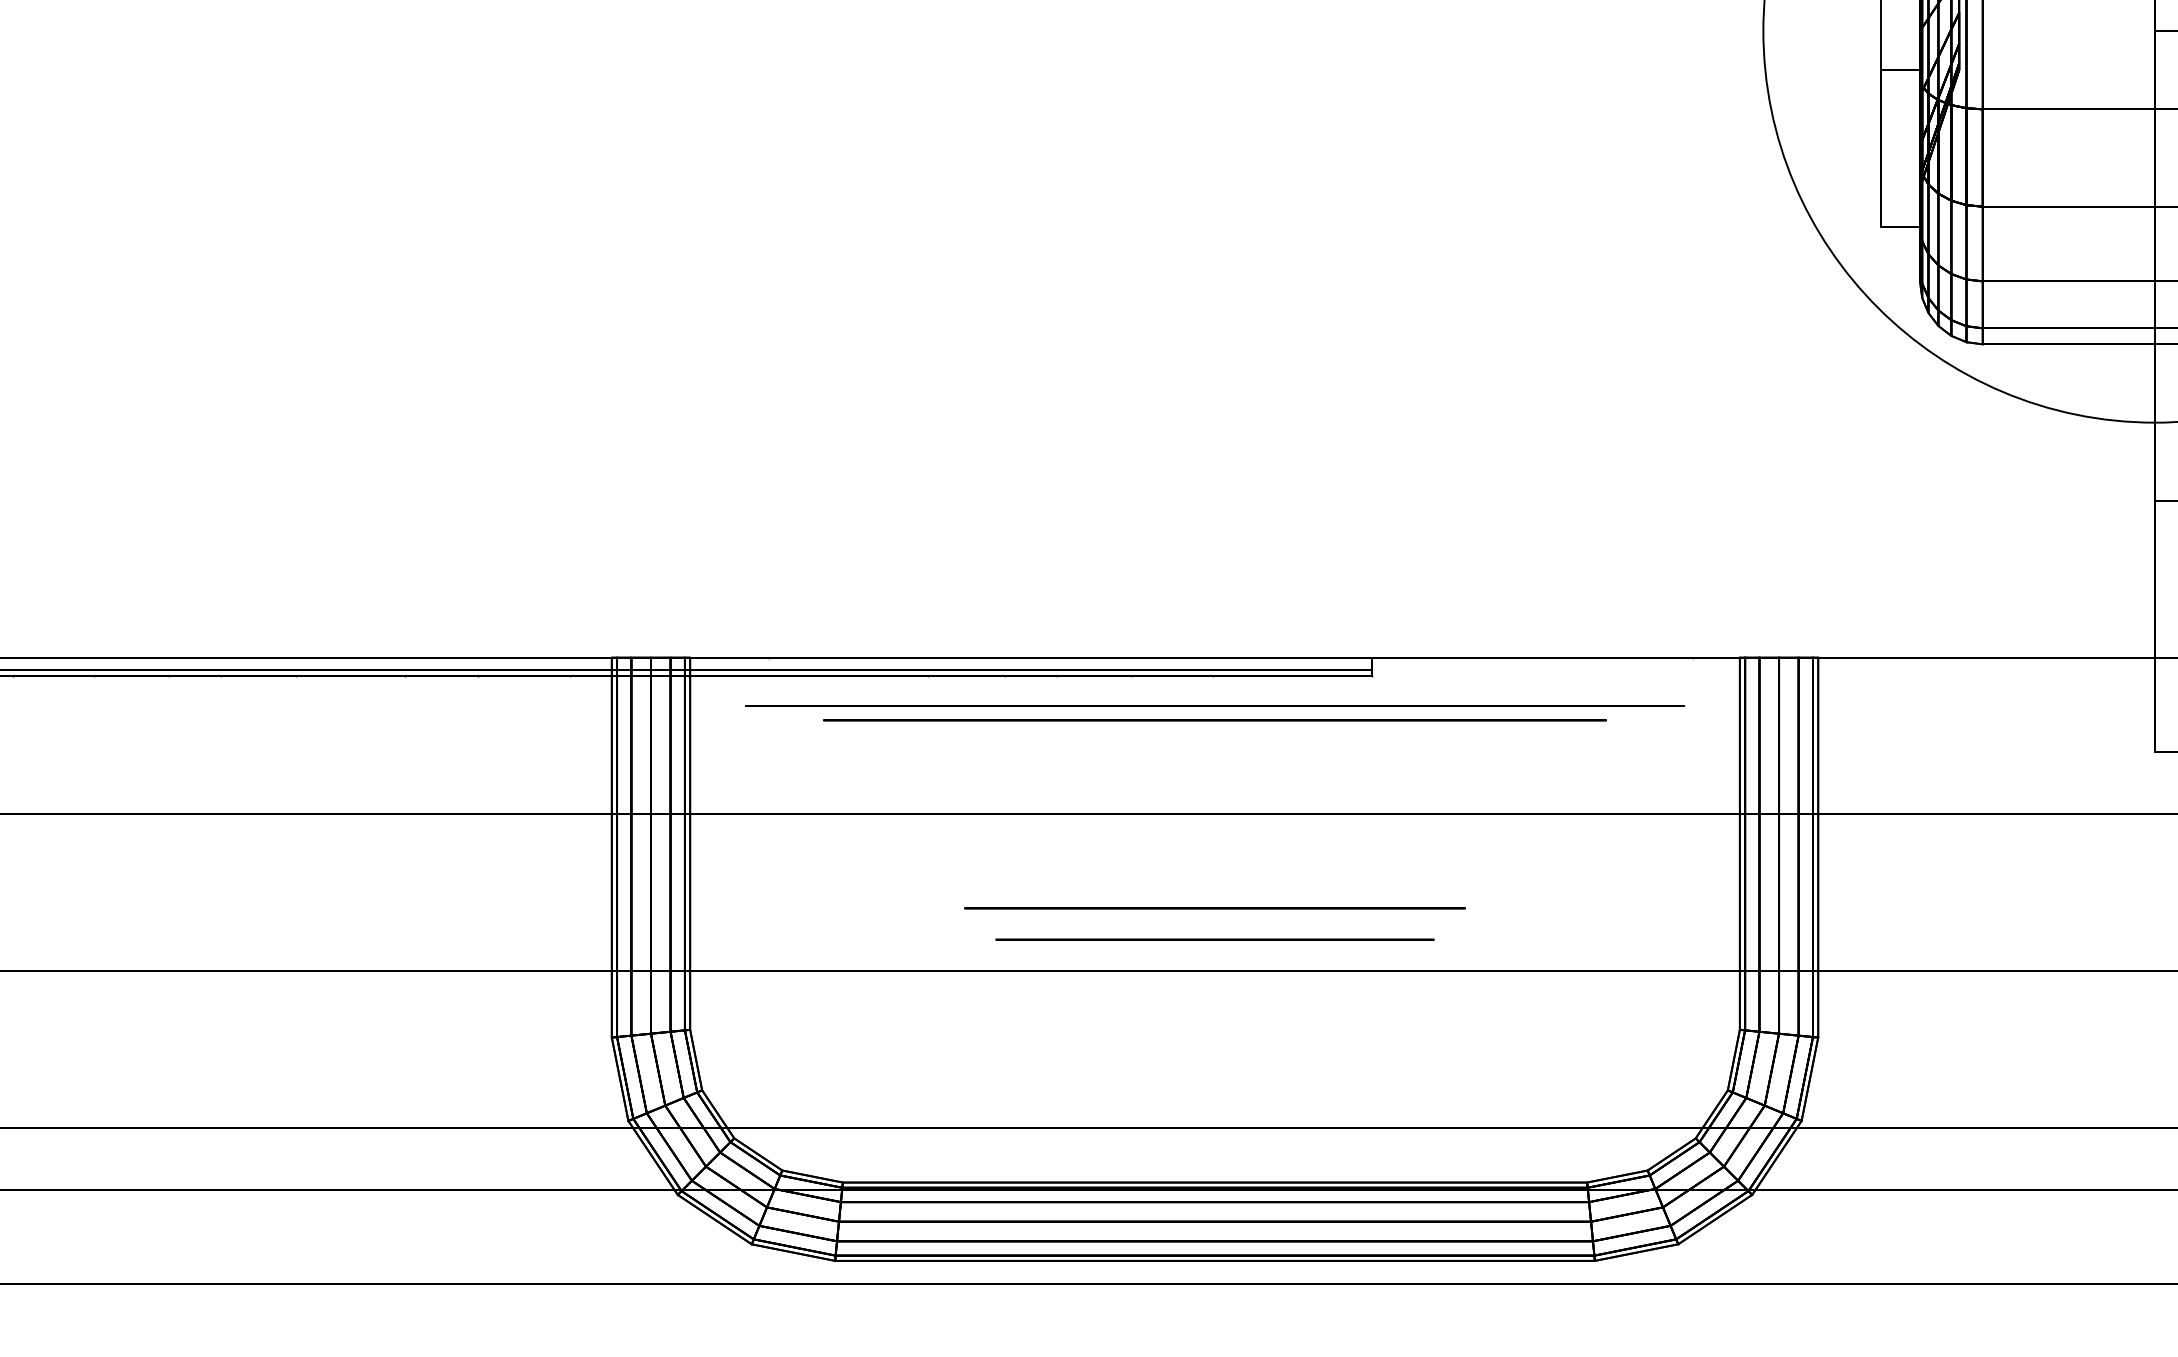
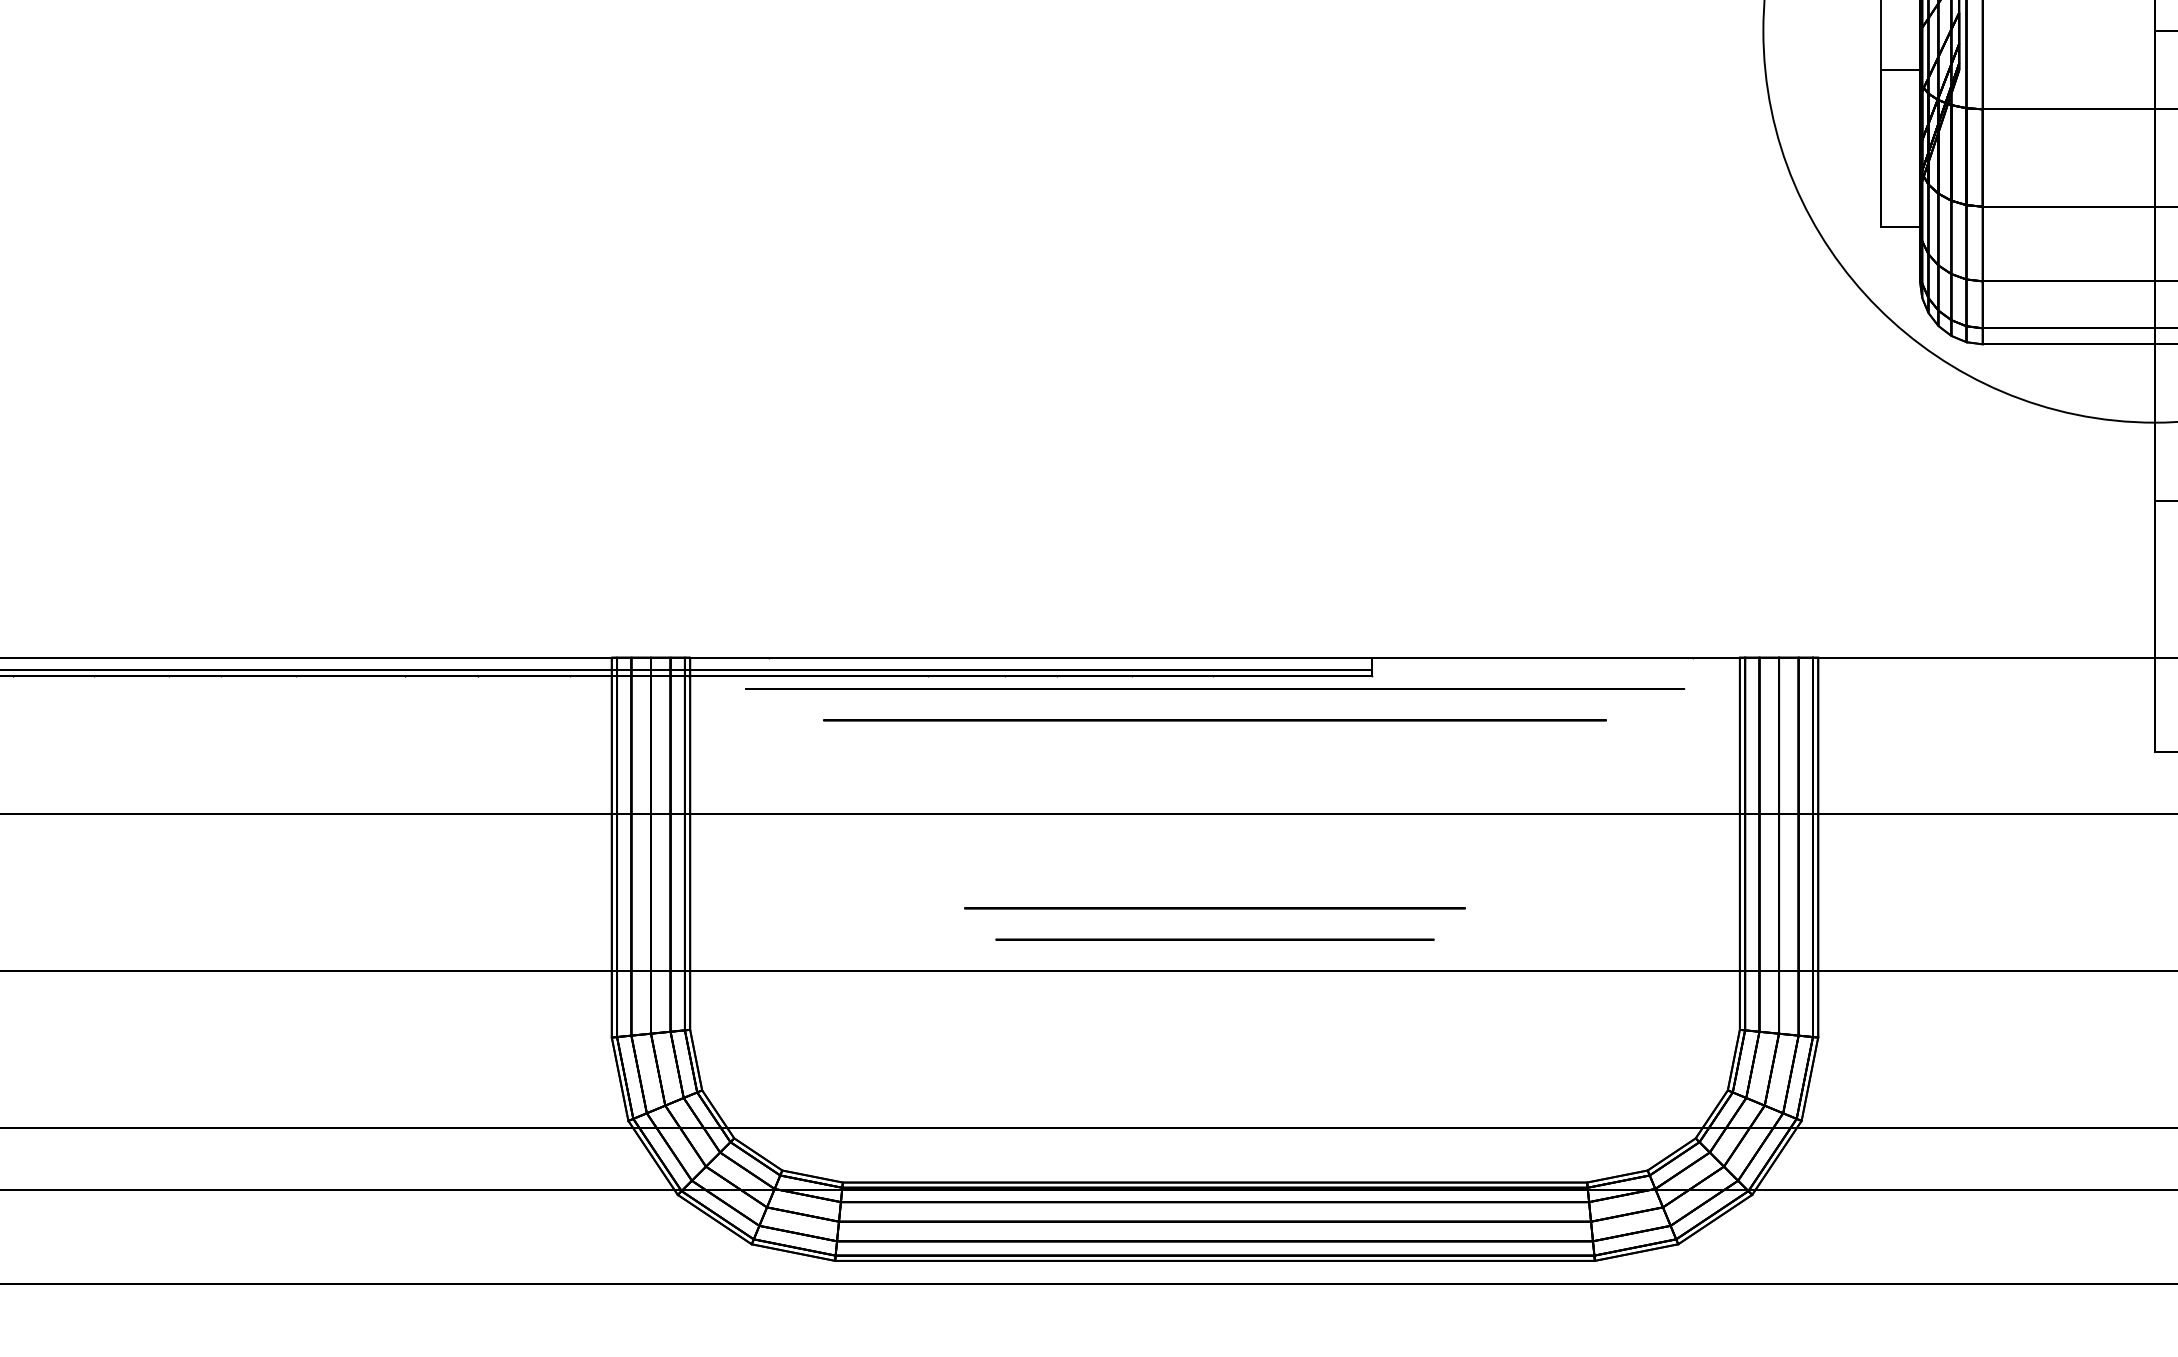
circle at (1214, 705) position: (1214, 705) -> (1214, 688)
